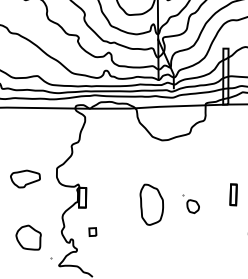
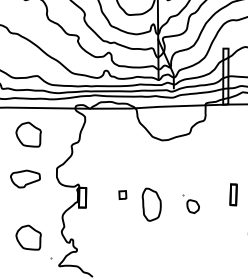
part at (28, 134): none -> present
part at (151, 204) size: 25x43 px -> 21x35 px
part at (92, 231) position: (92, 231) -> (122, 194)
